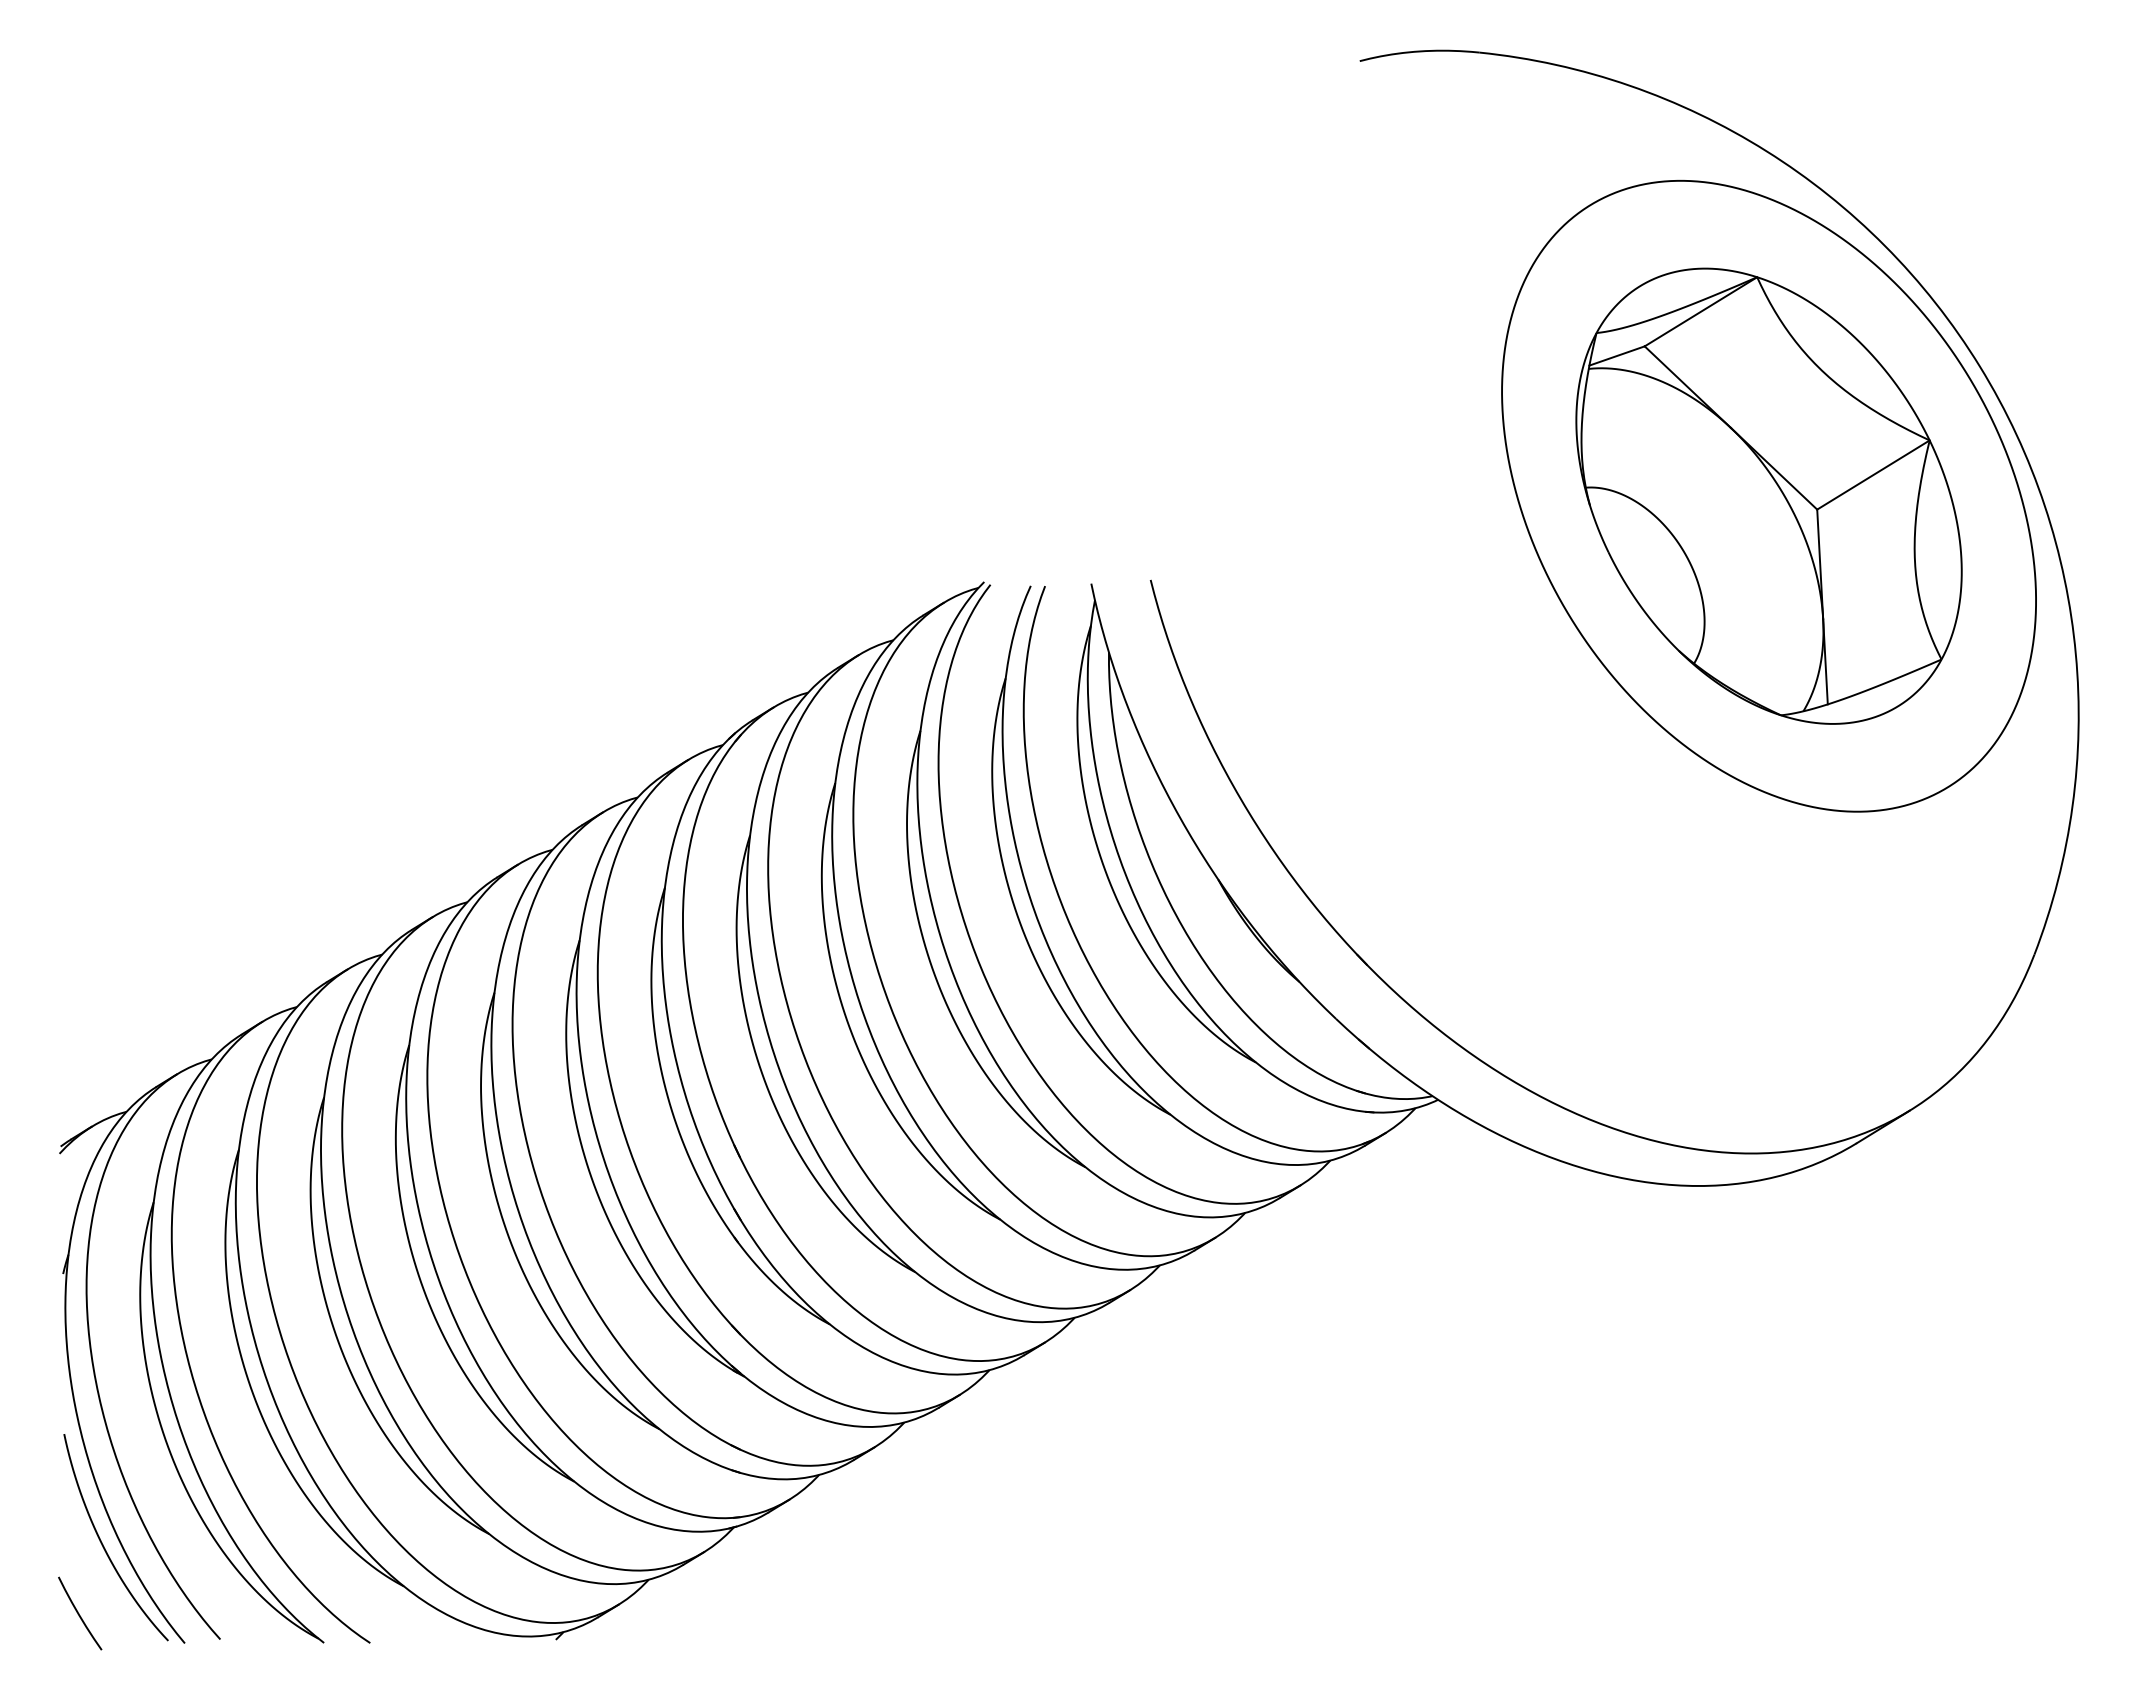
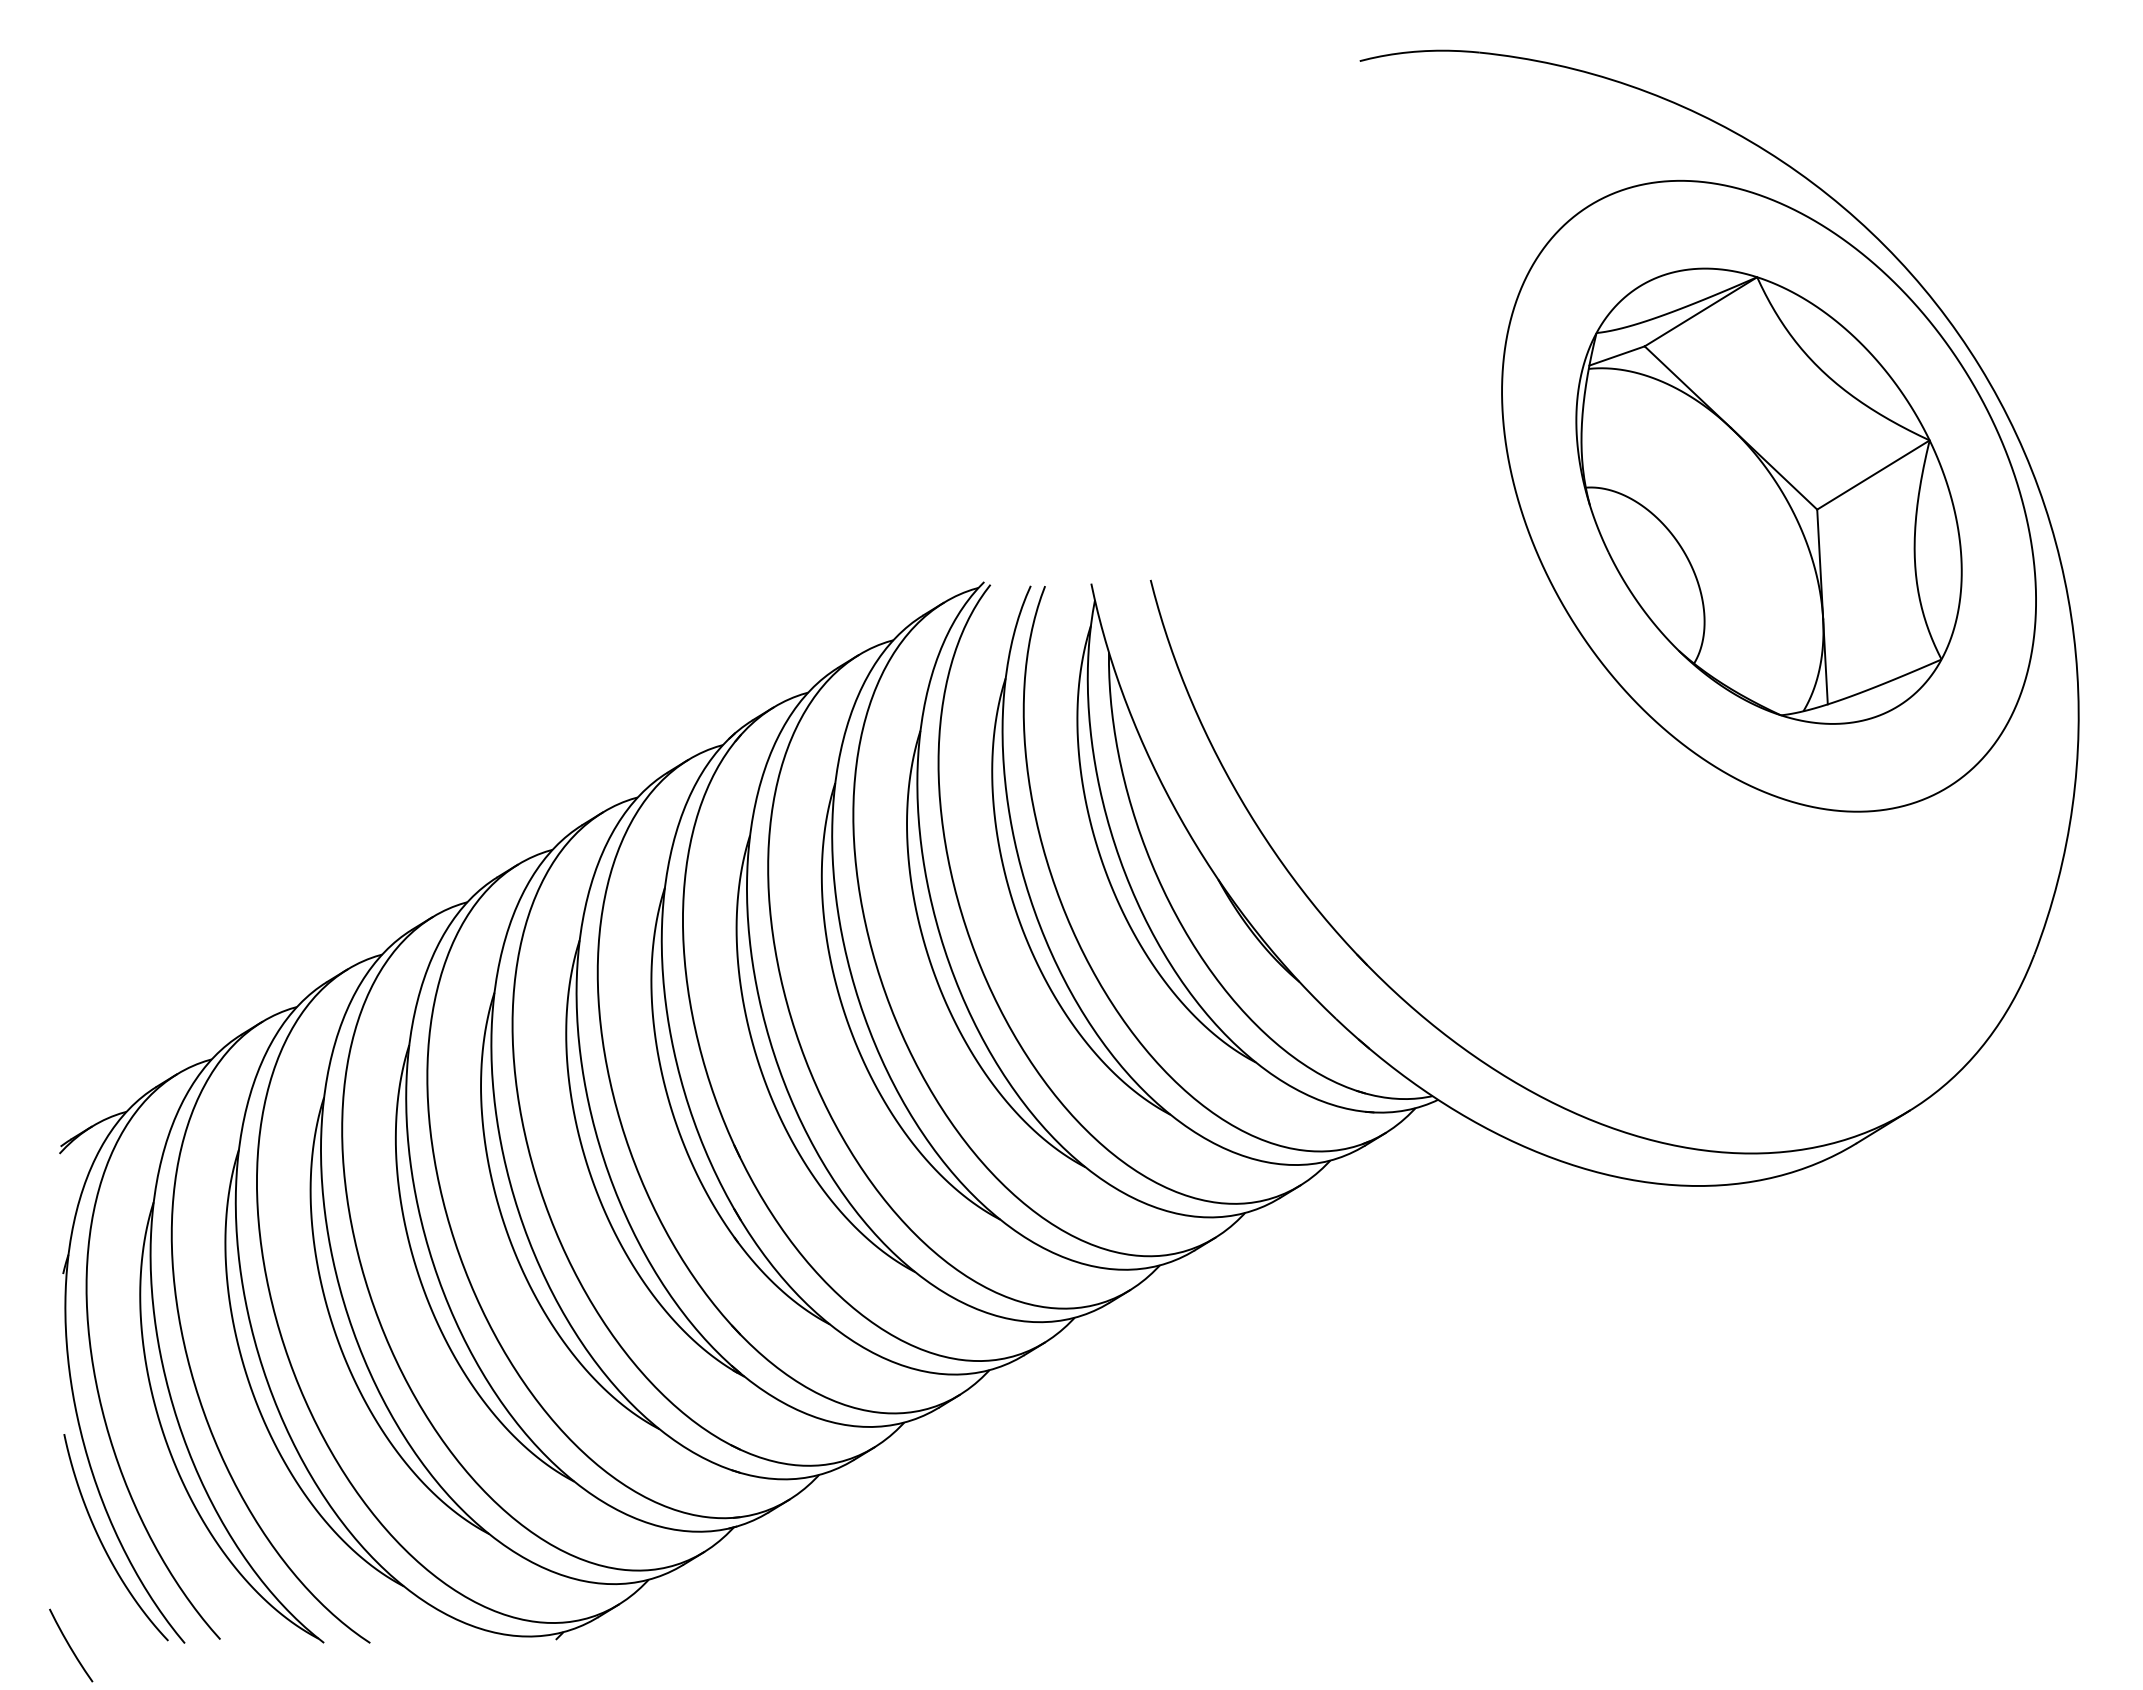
curve at (79, 1613) position: (79, 1613) -> (70, 1645)
